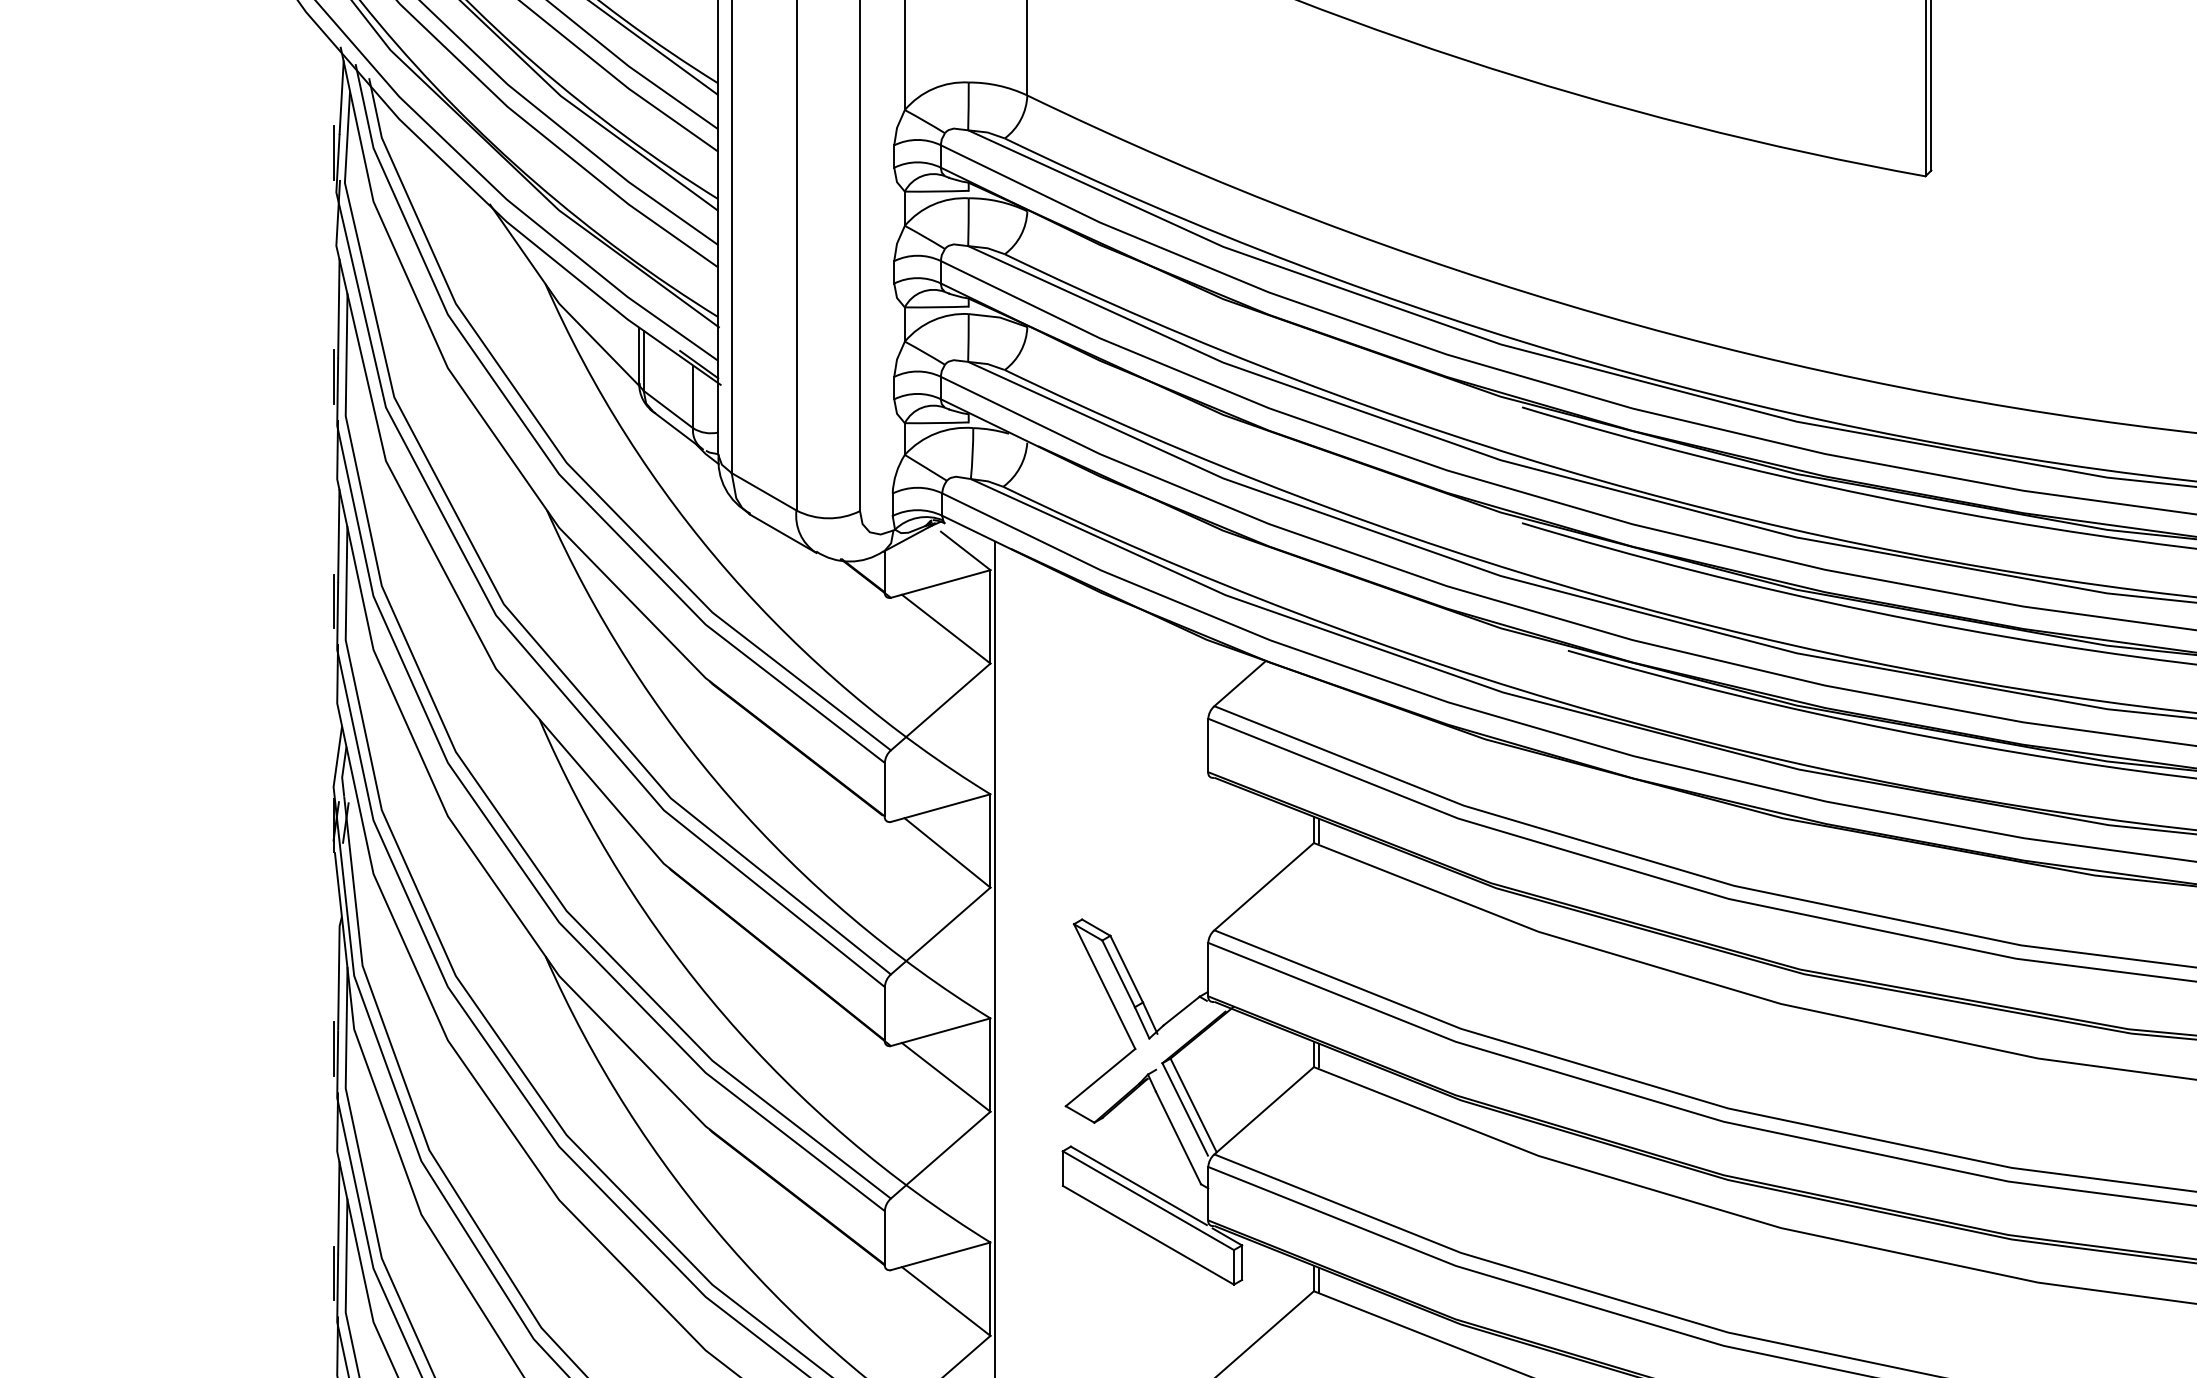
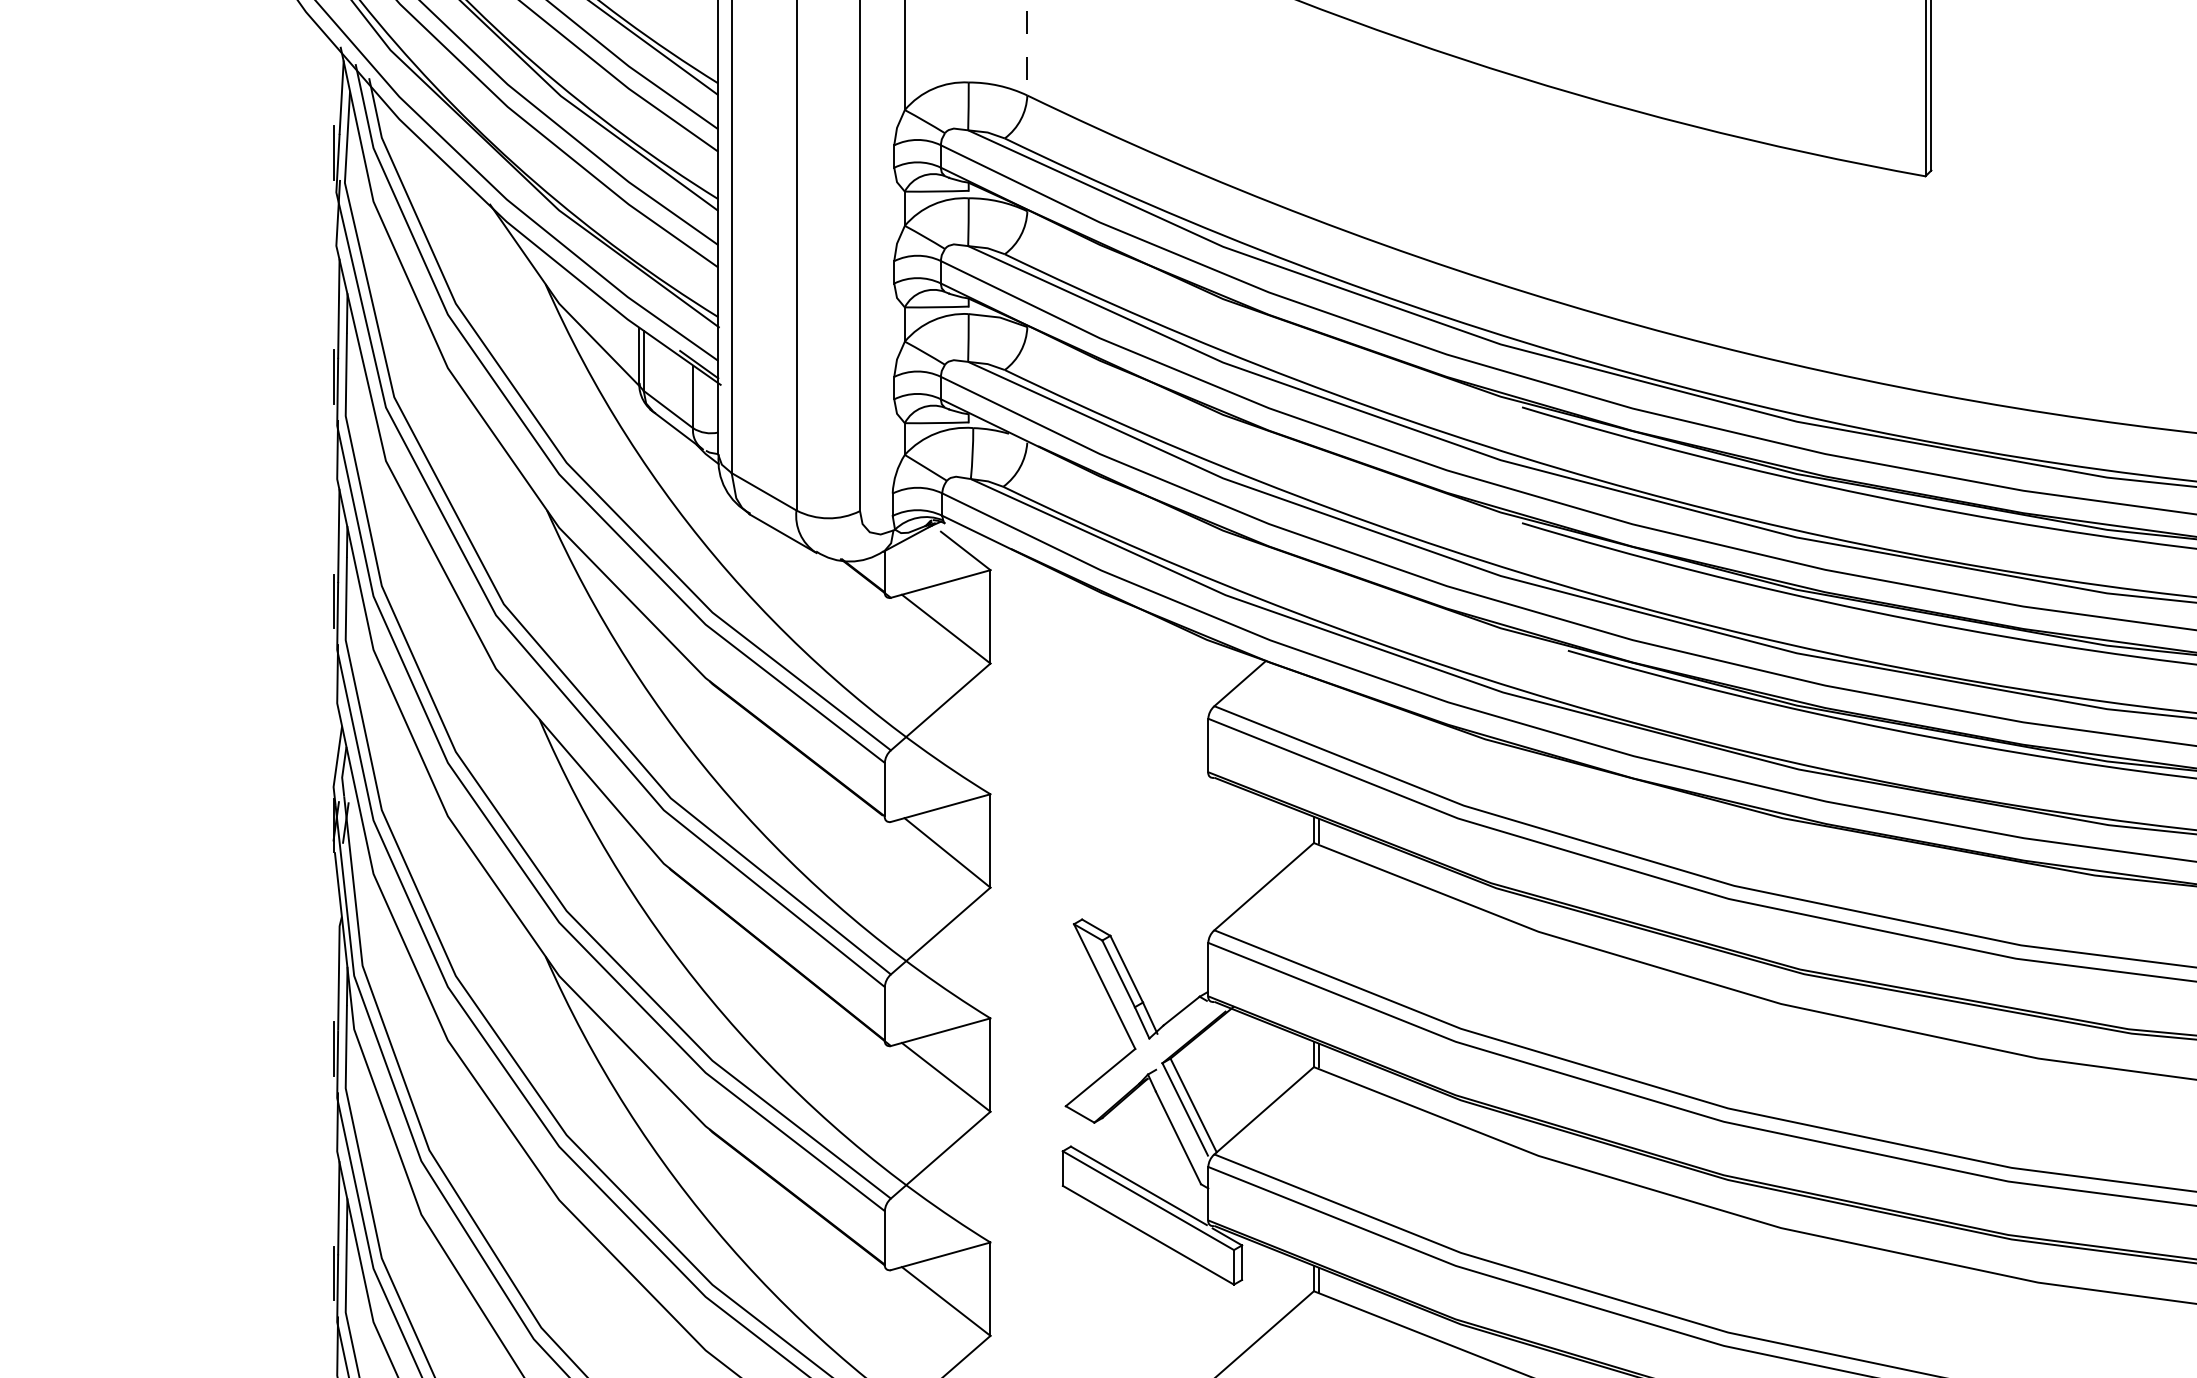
line at (1027, 48): solid -> dashed
line at (995, 957): present -> none
